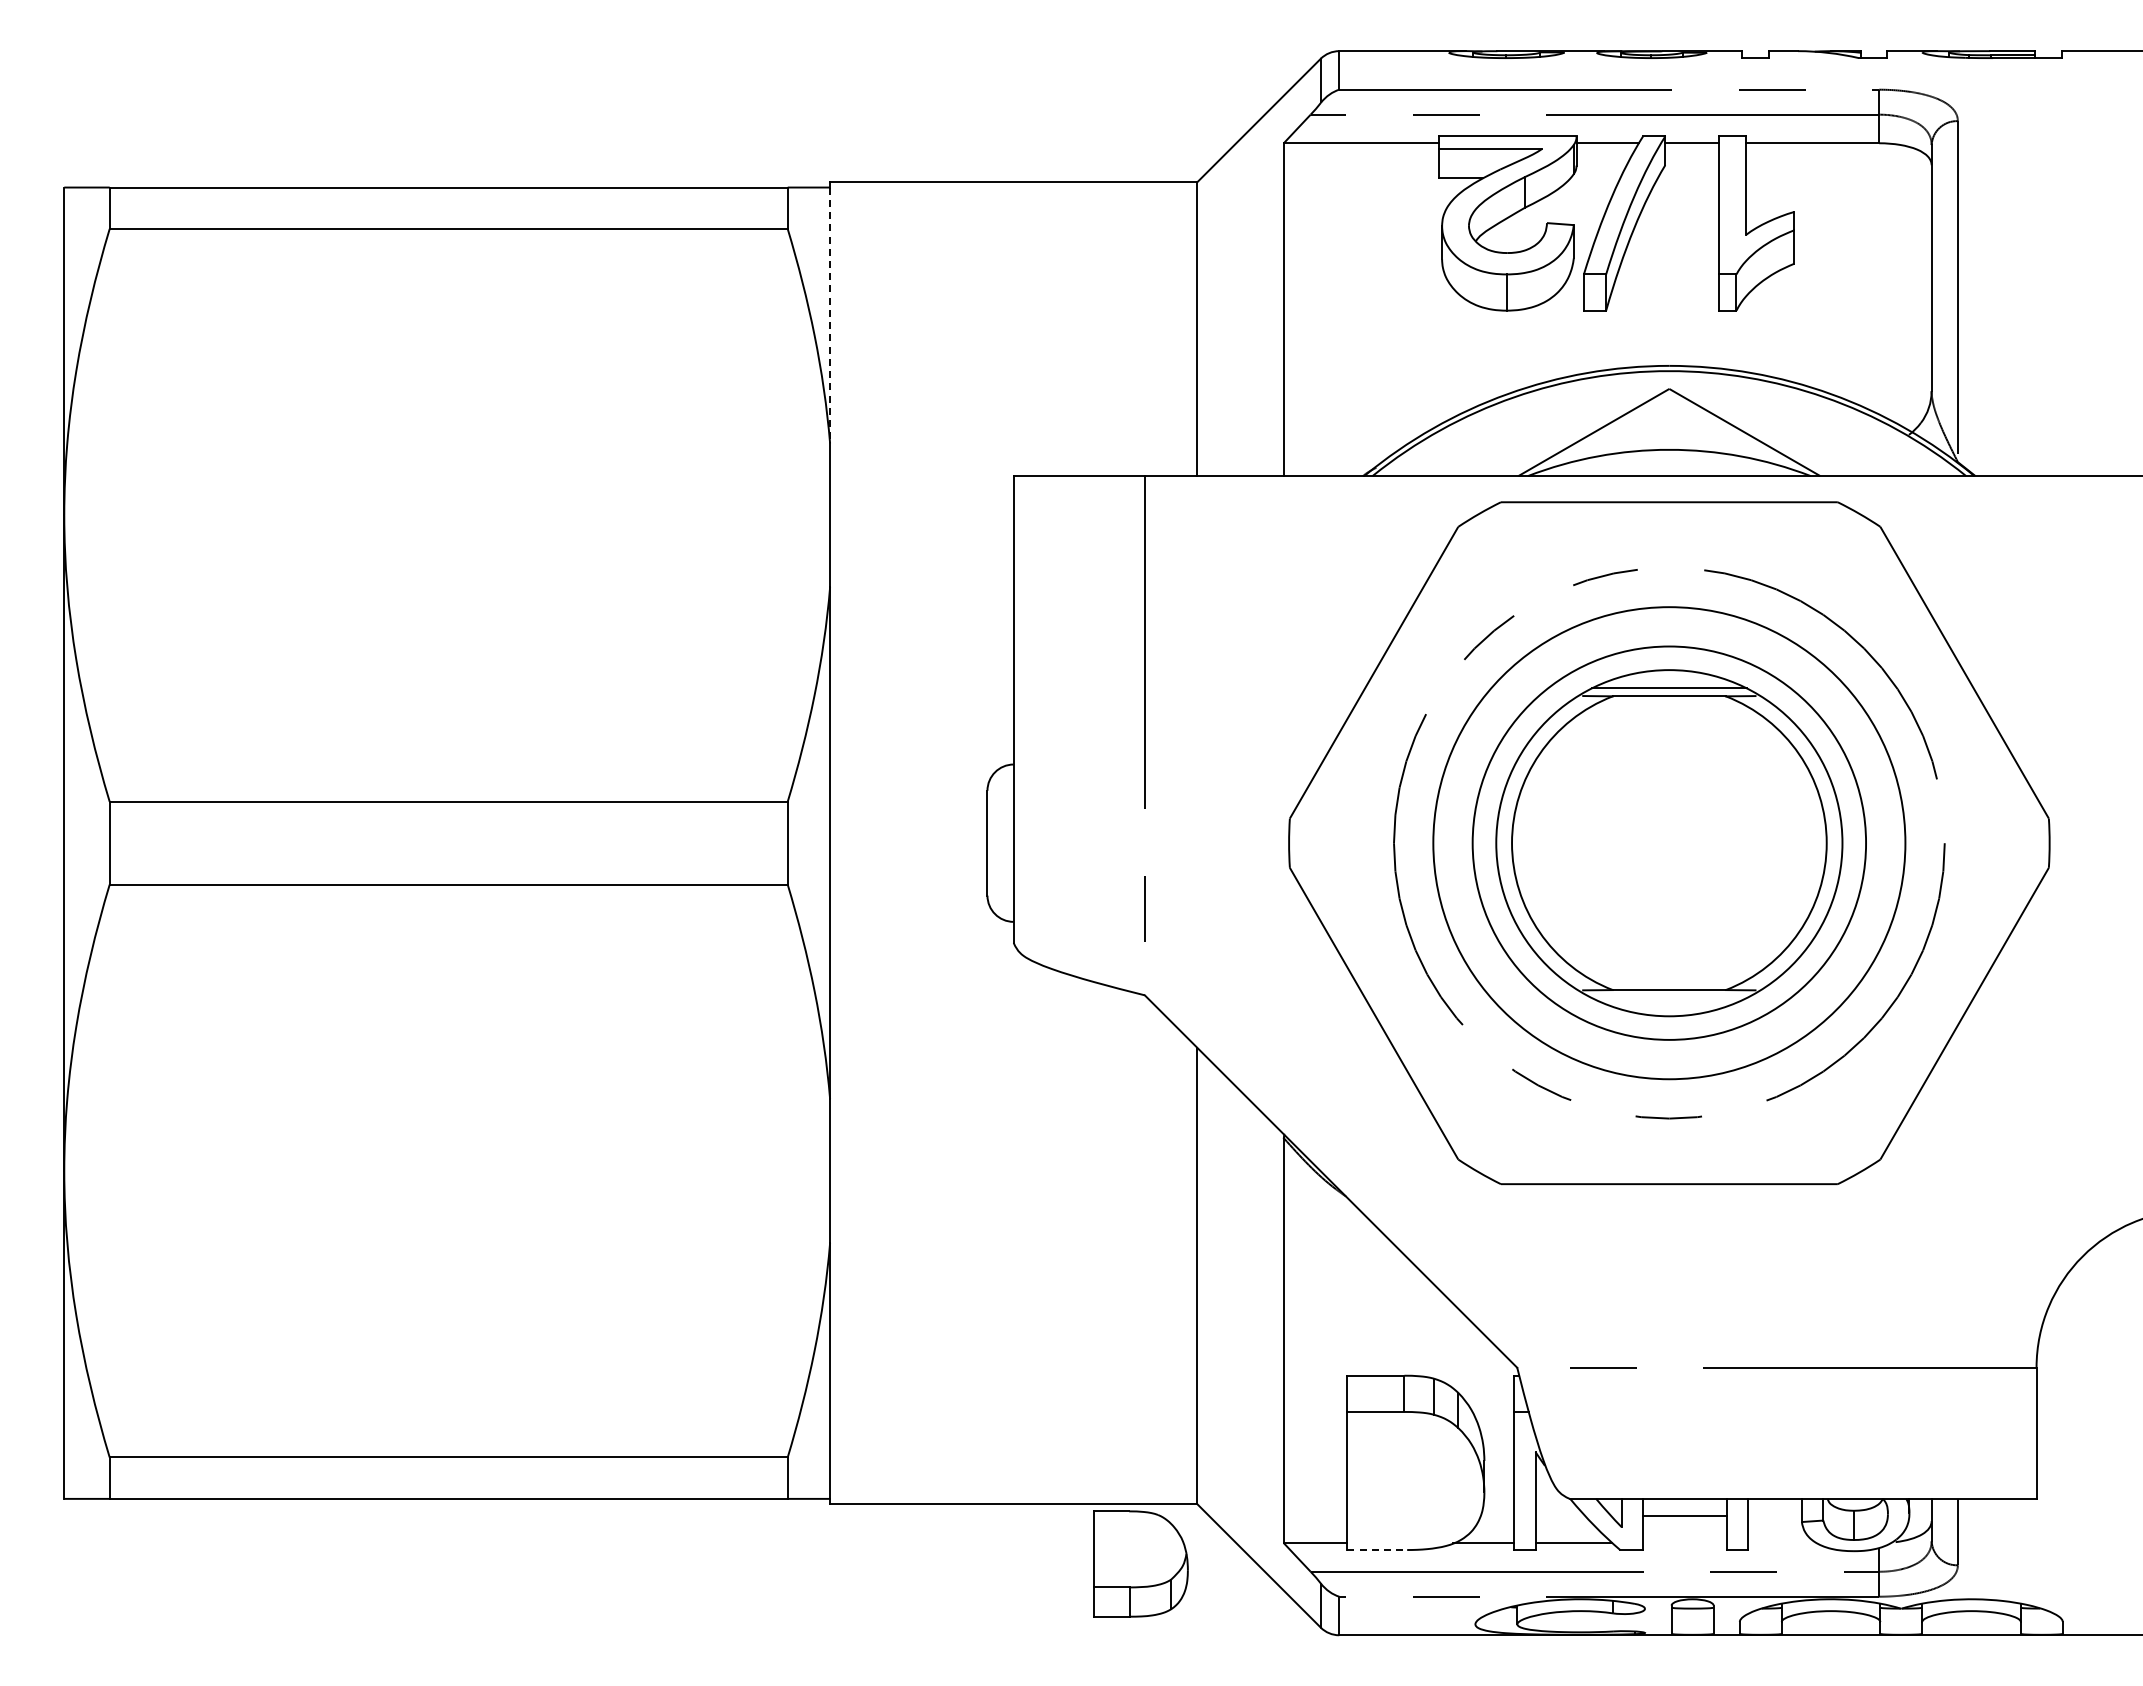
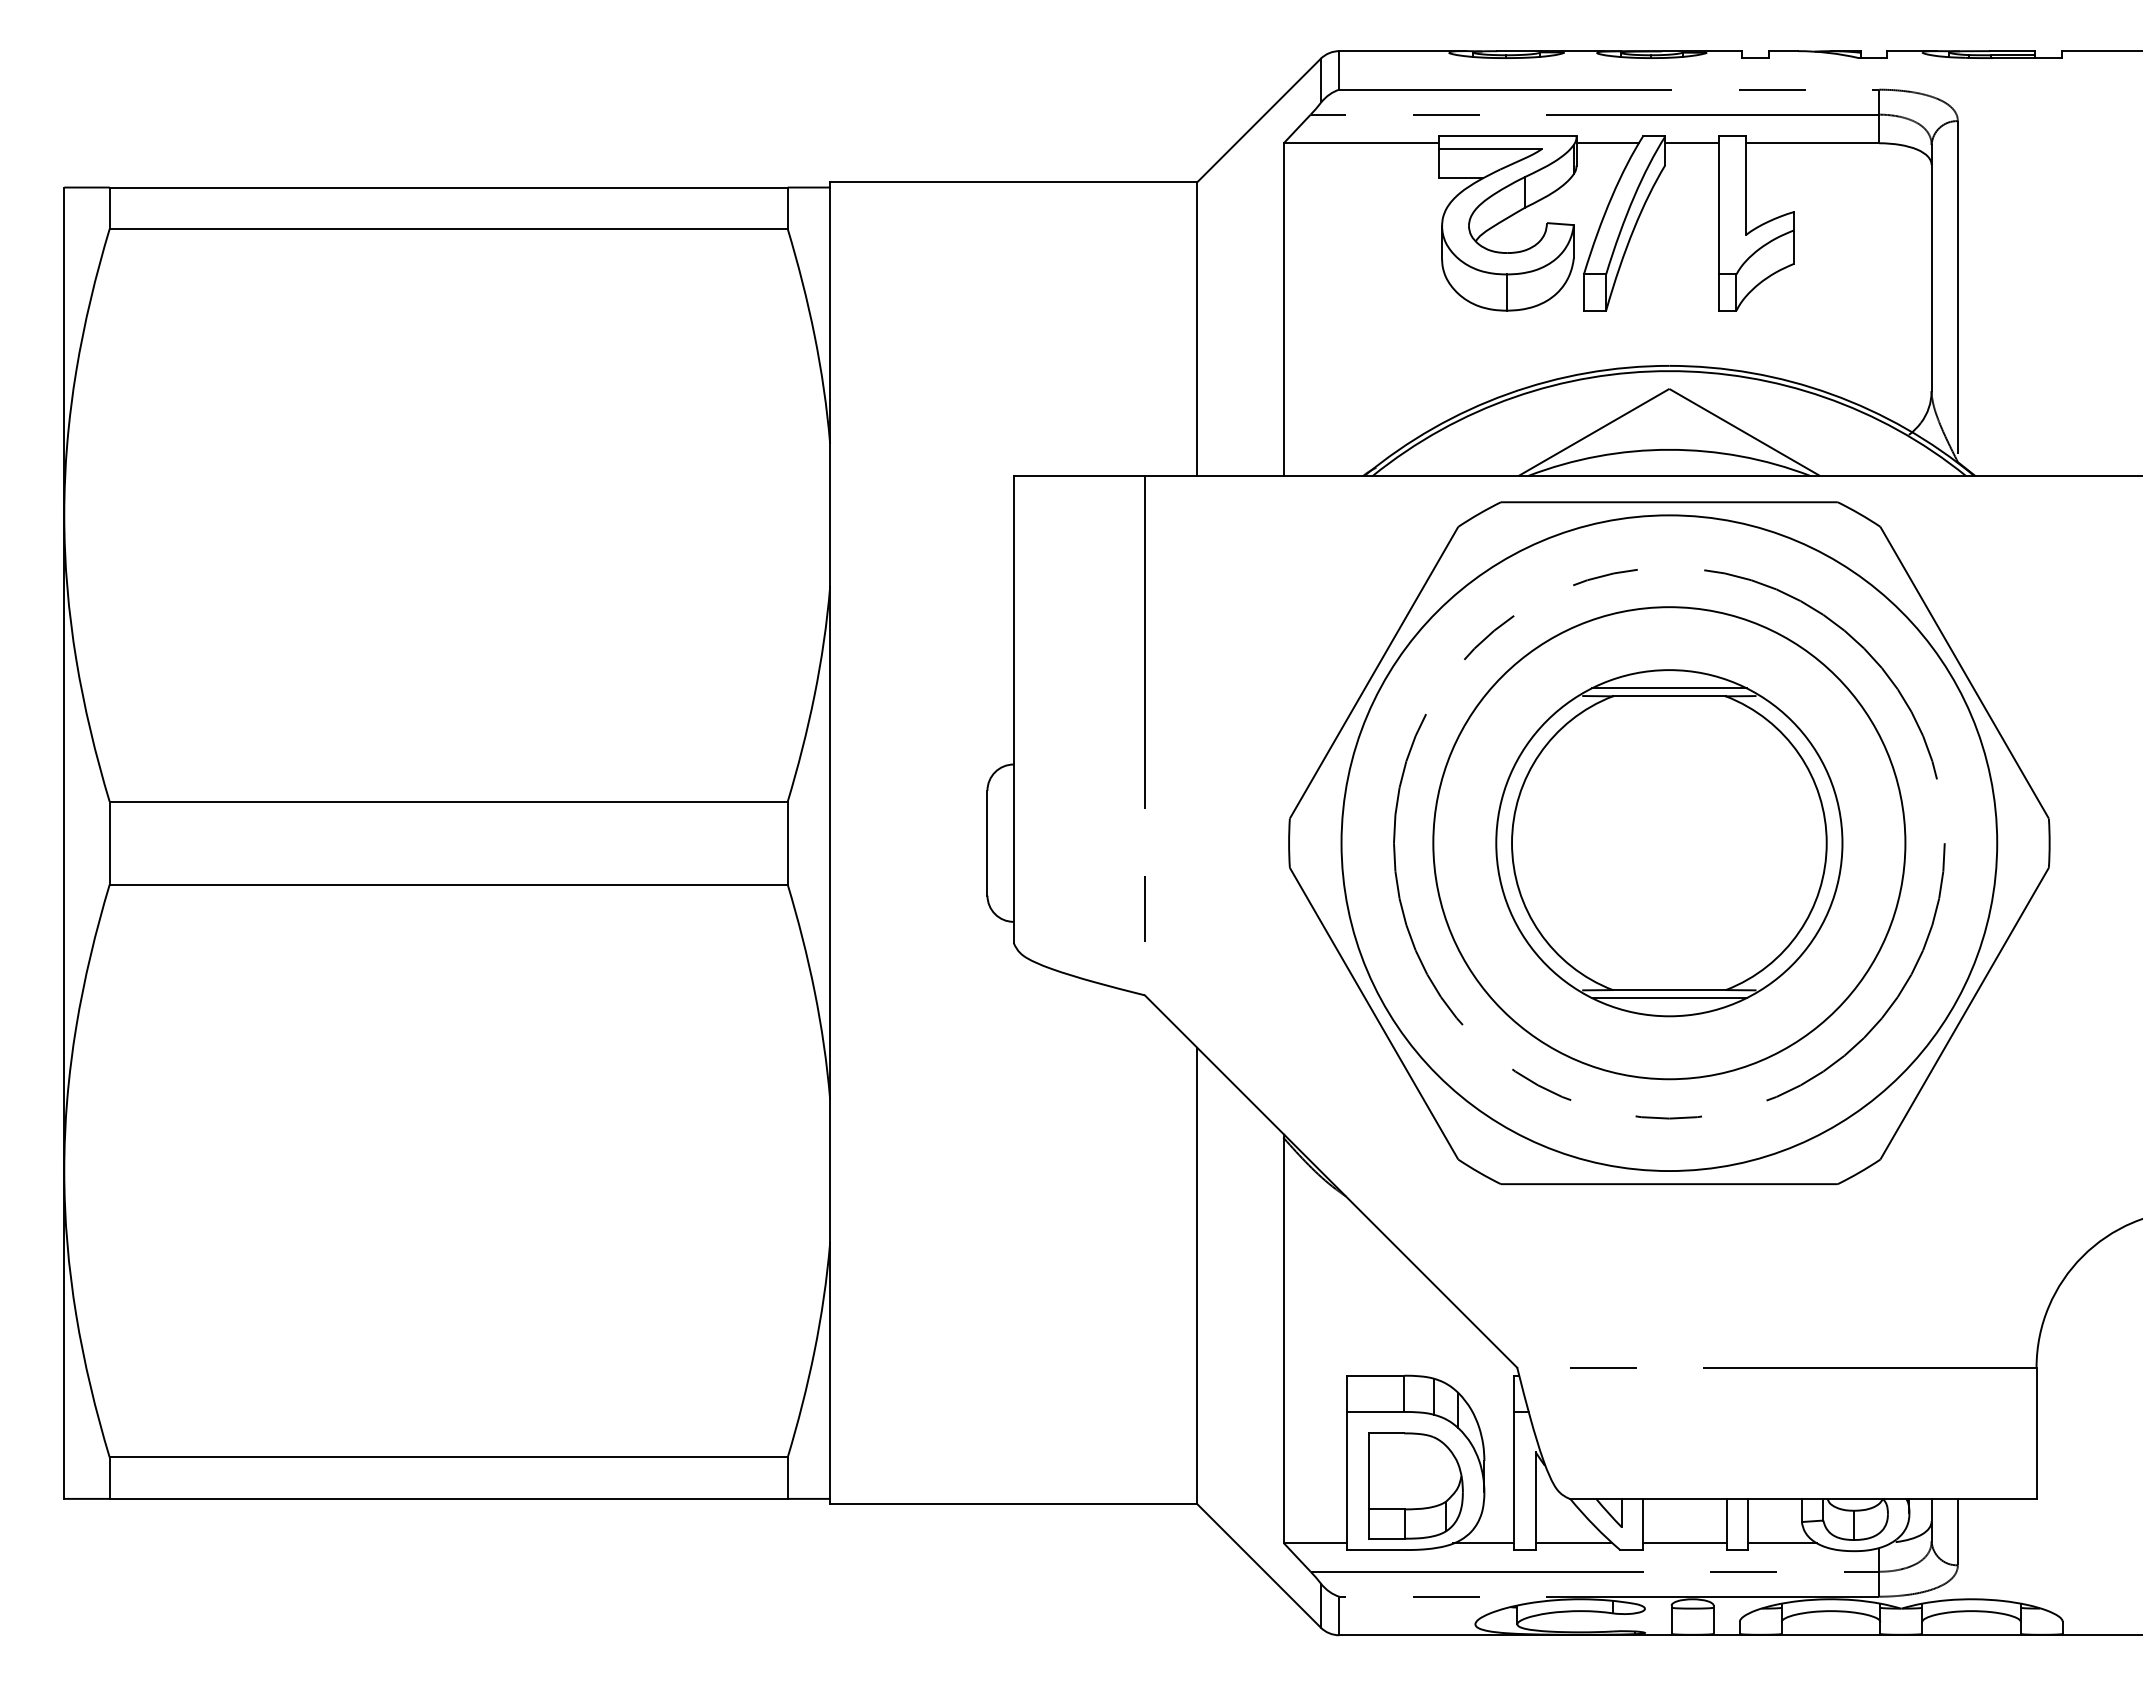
line at (830, 315): dashed -> solid
circle at (1669, 842) diameter: 393 px -> 656 px
line at (1668, 997): none -> present
line at (1684, 1516) position: (1684, 1516) -> (1684, 1543)
line at (1782, 1543): none -> present
line at (1377, 1550): dashed -> solid
part at (1140, 1563) position: (1140, 1563) -> (1415, 1485)
